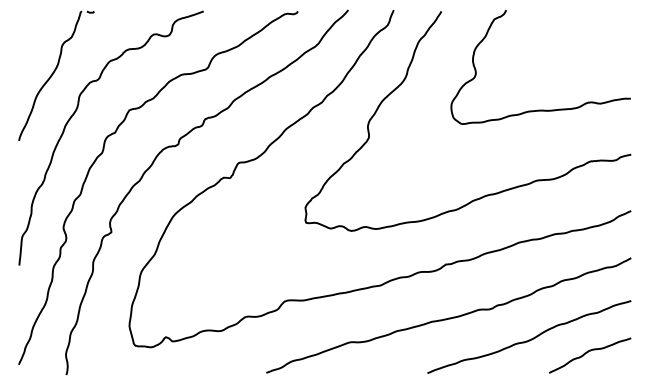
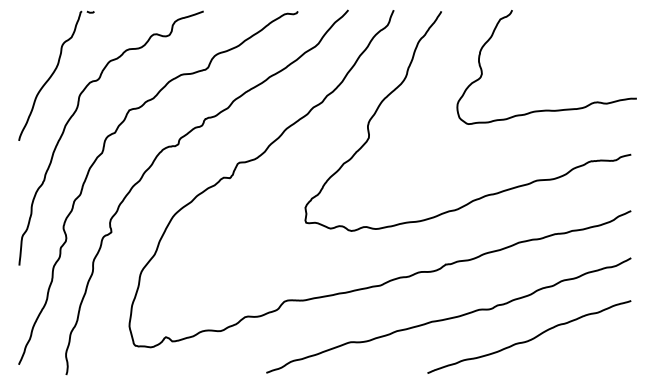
curve at (540, 109) position: (540, 109) -> (546, 109)
curve at (588, 352): present -> none
